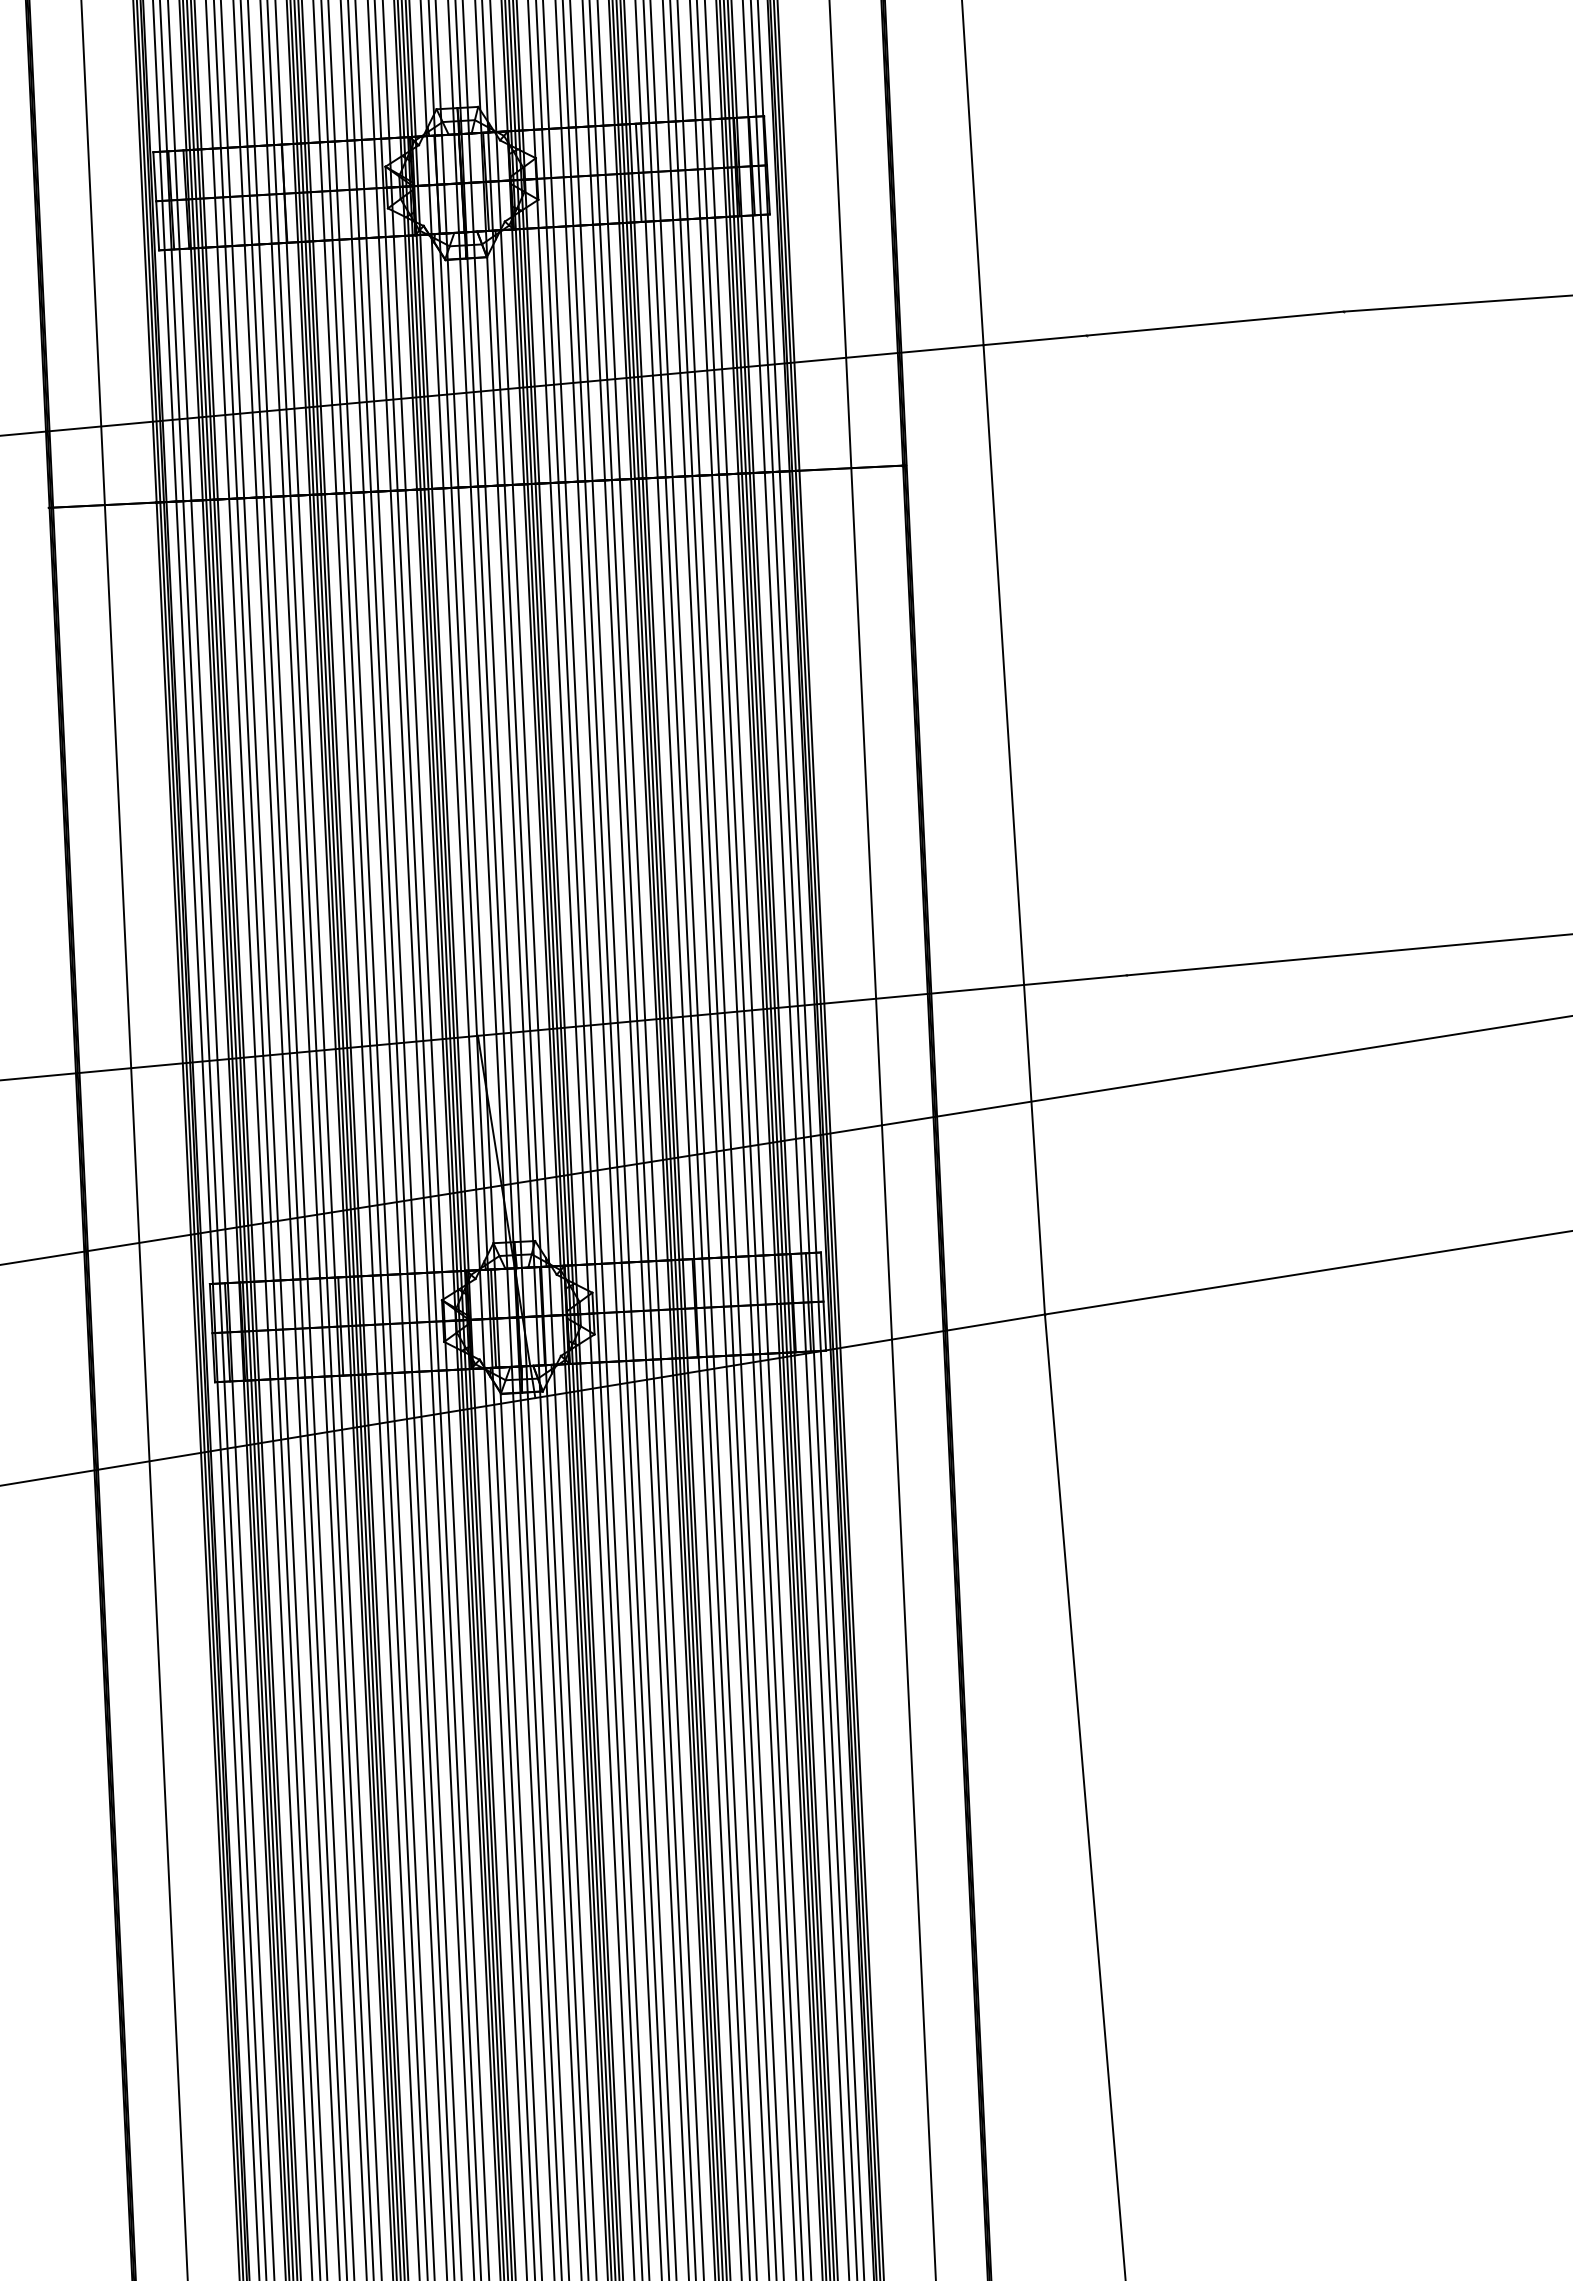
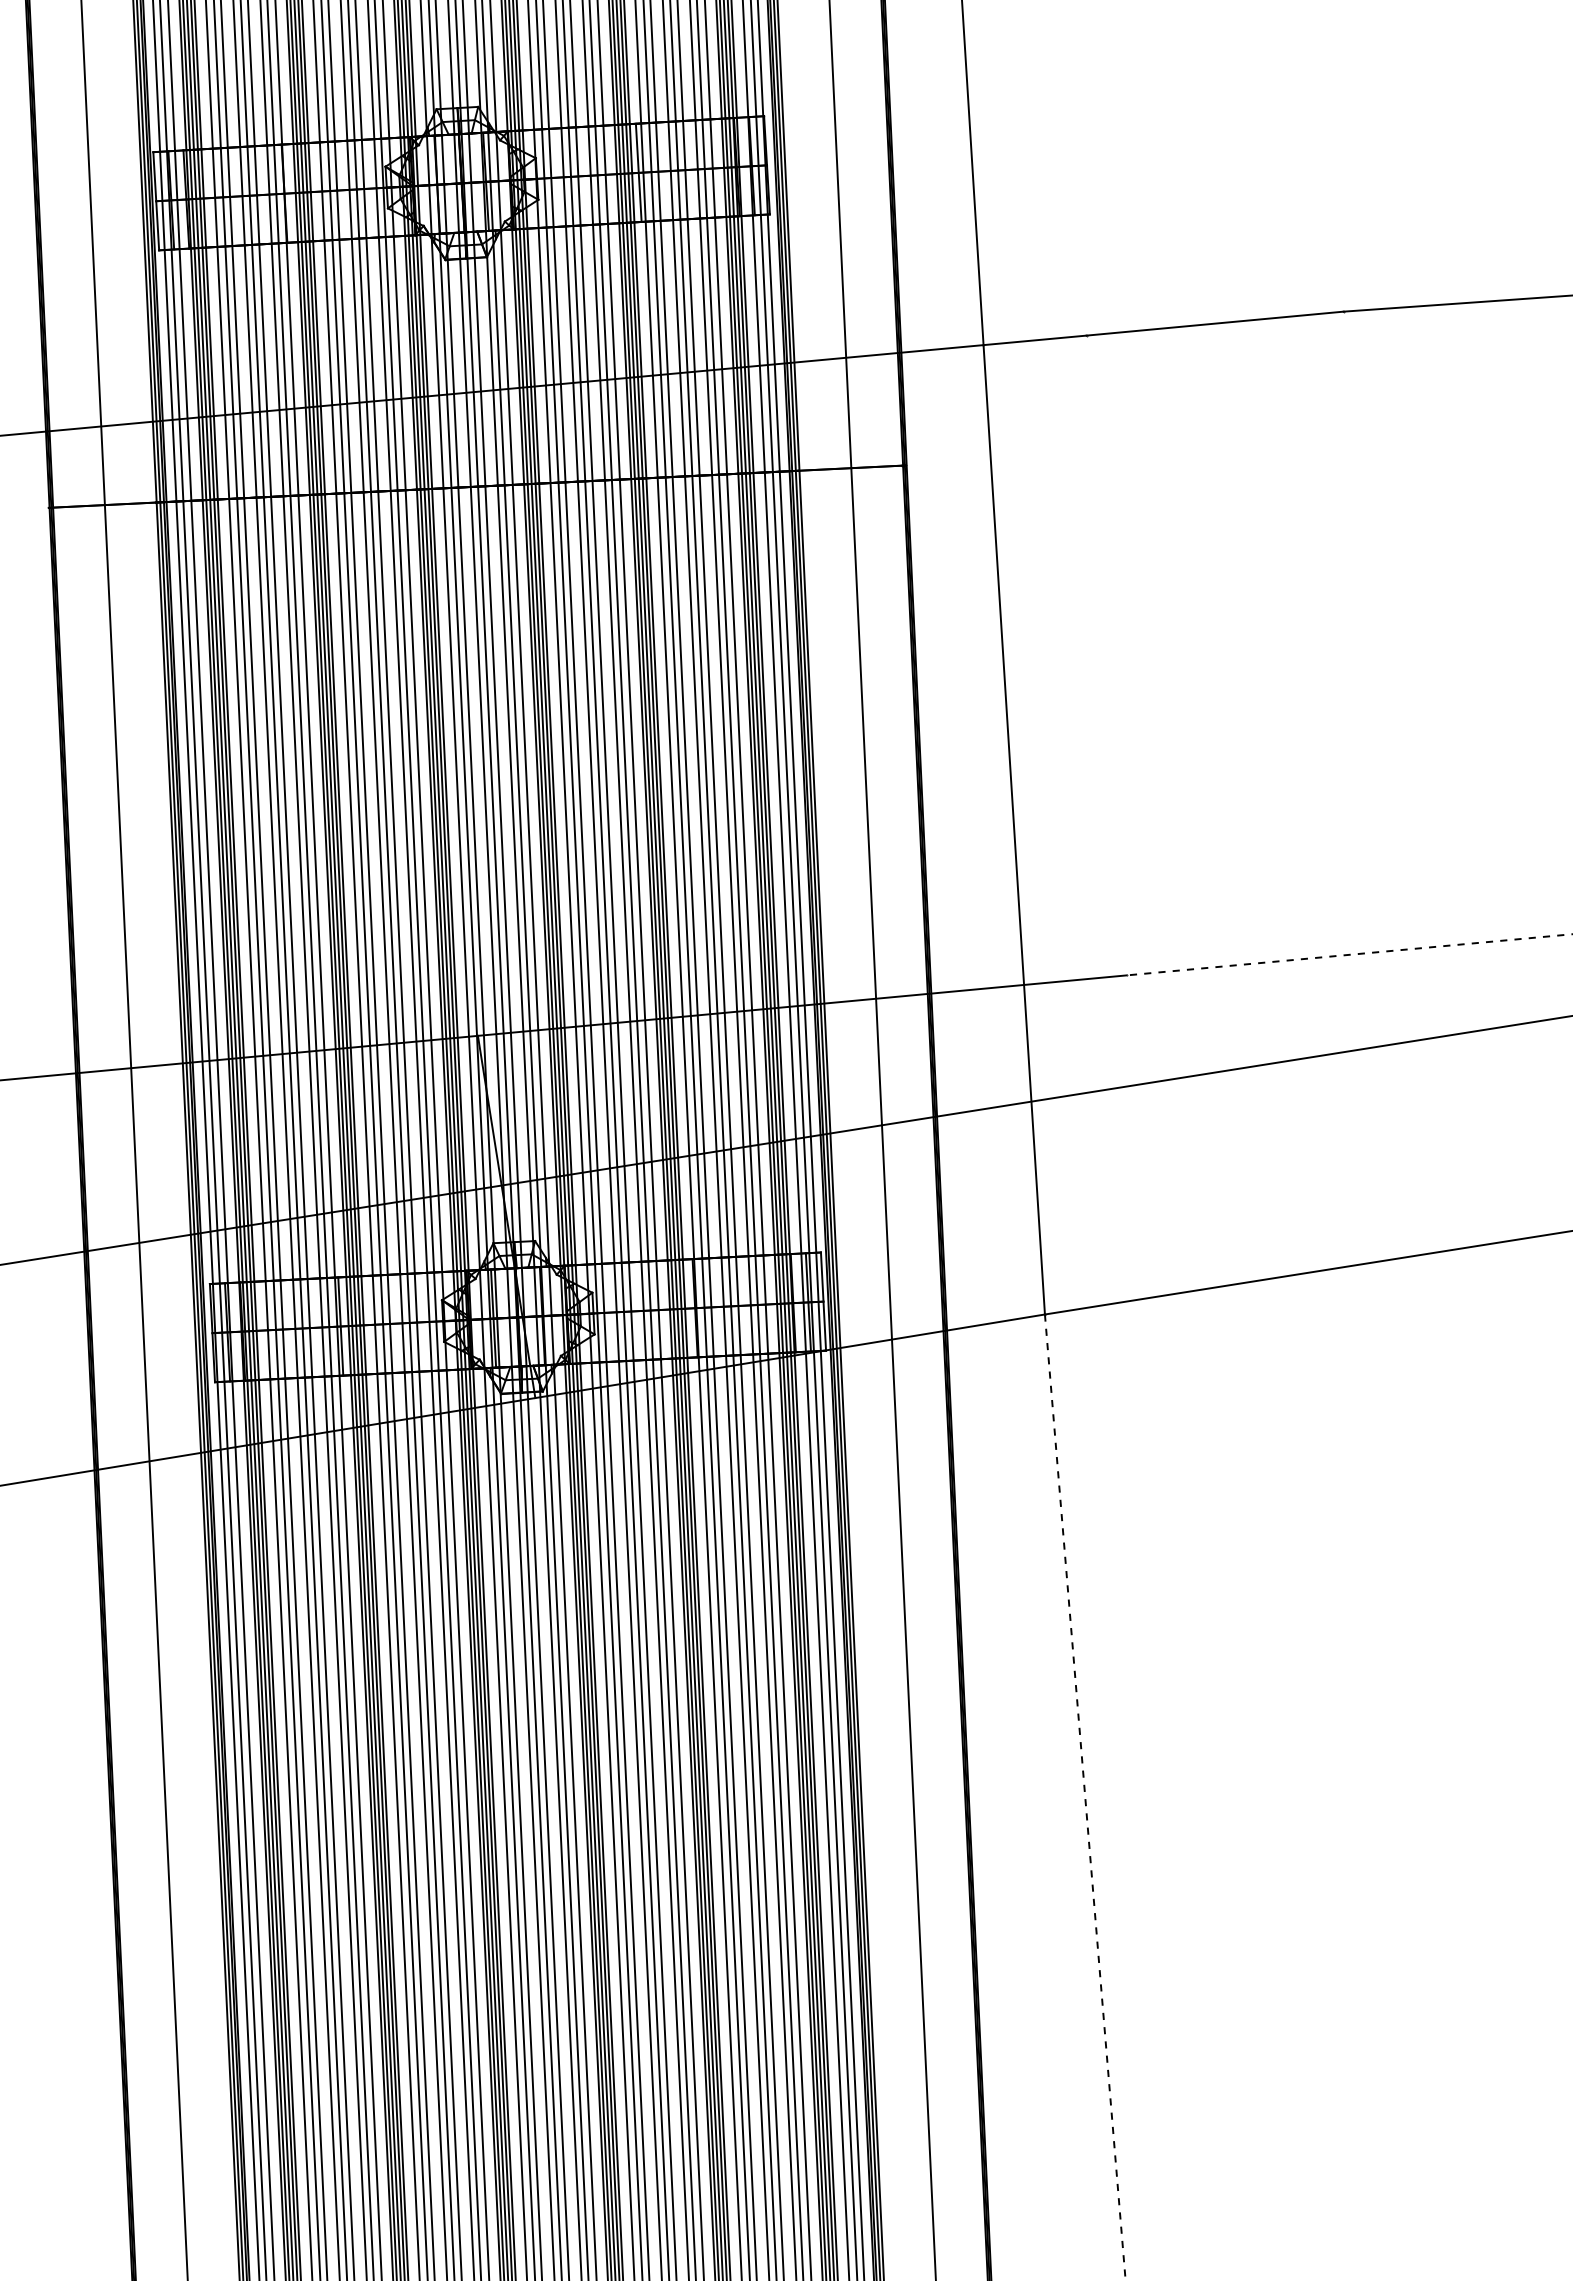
line at (1349, 954): solid -> dashed
line at (1085, 1797): solid -> dashed
